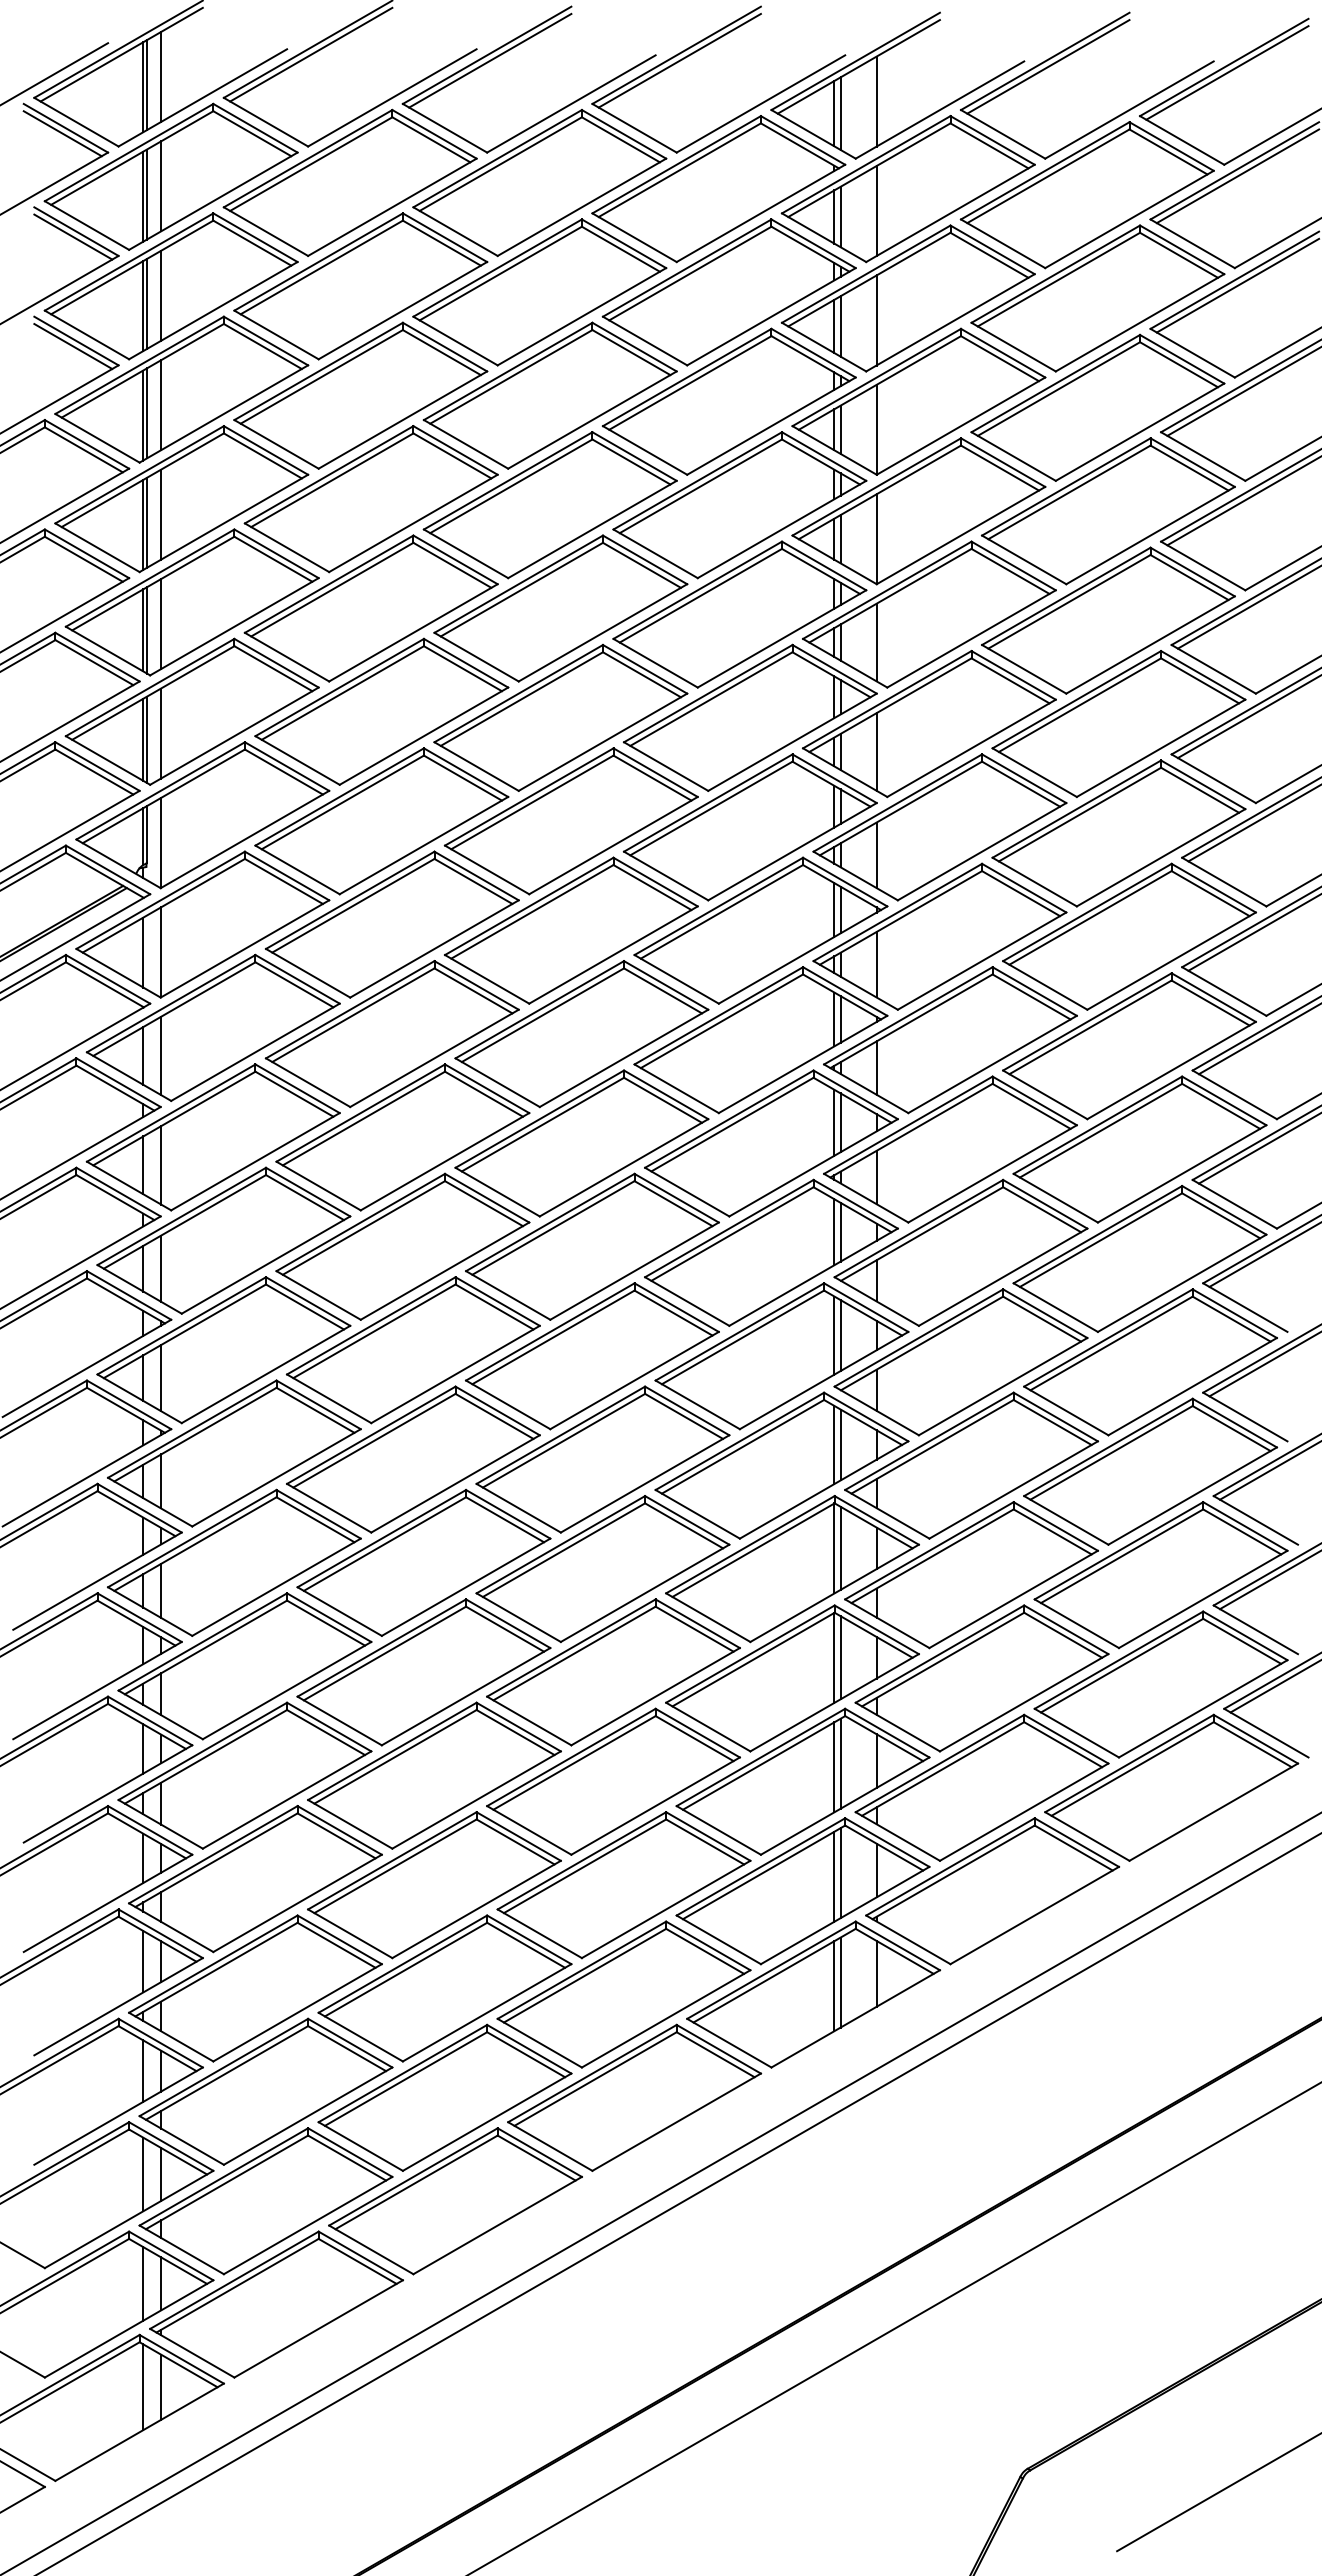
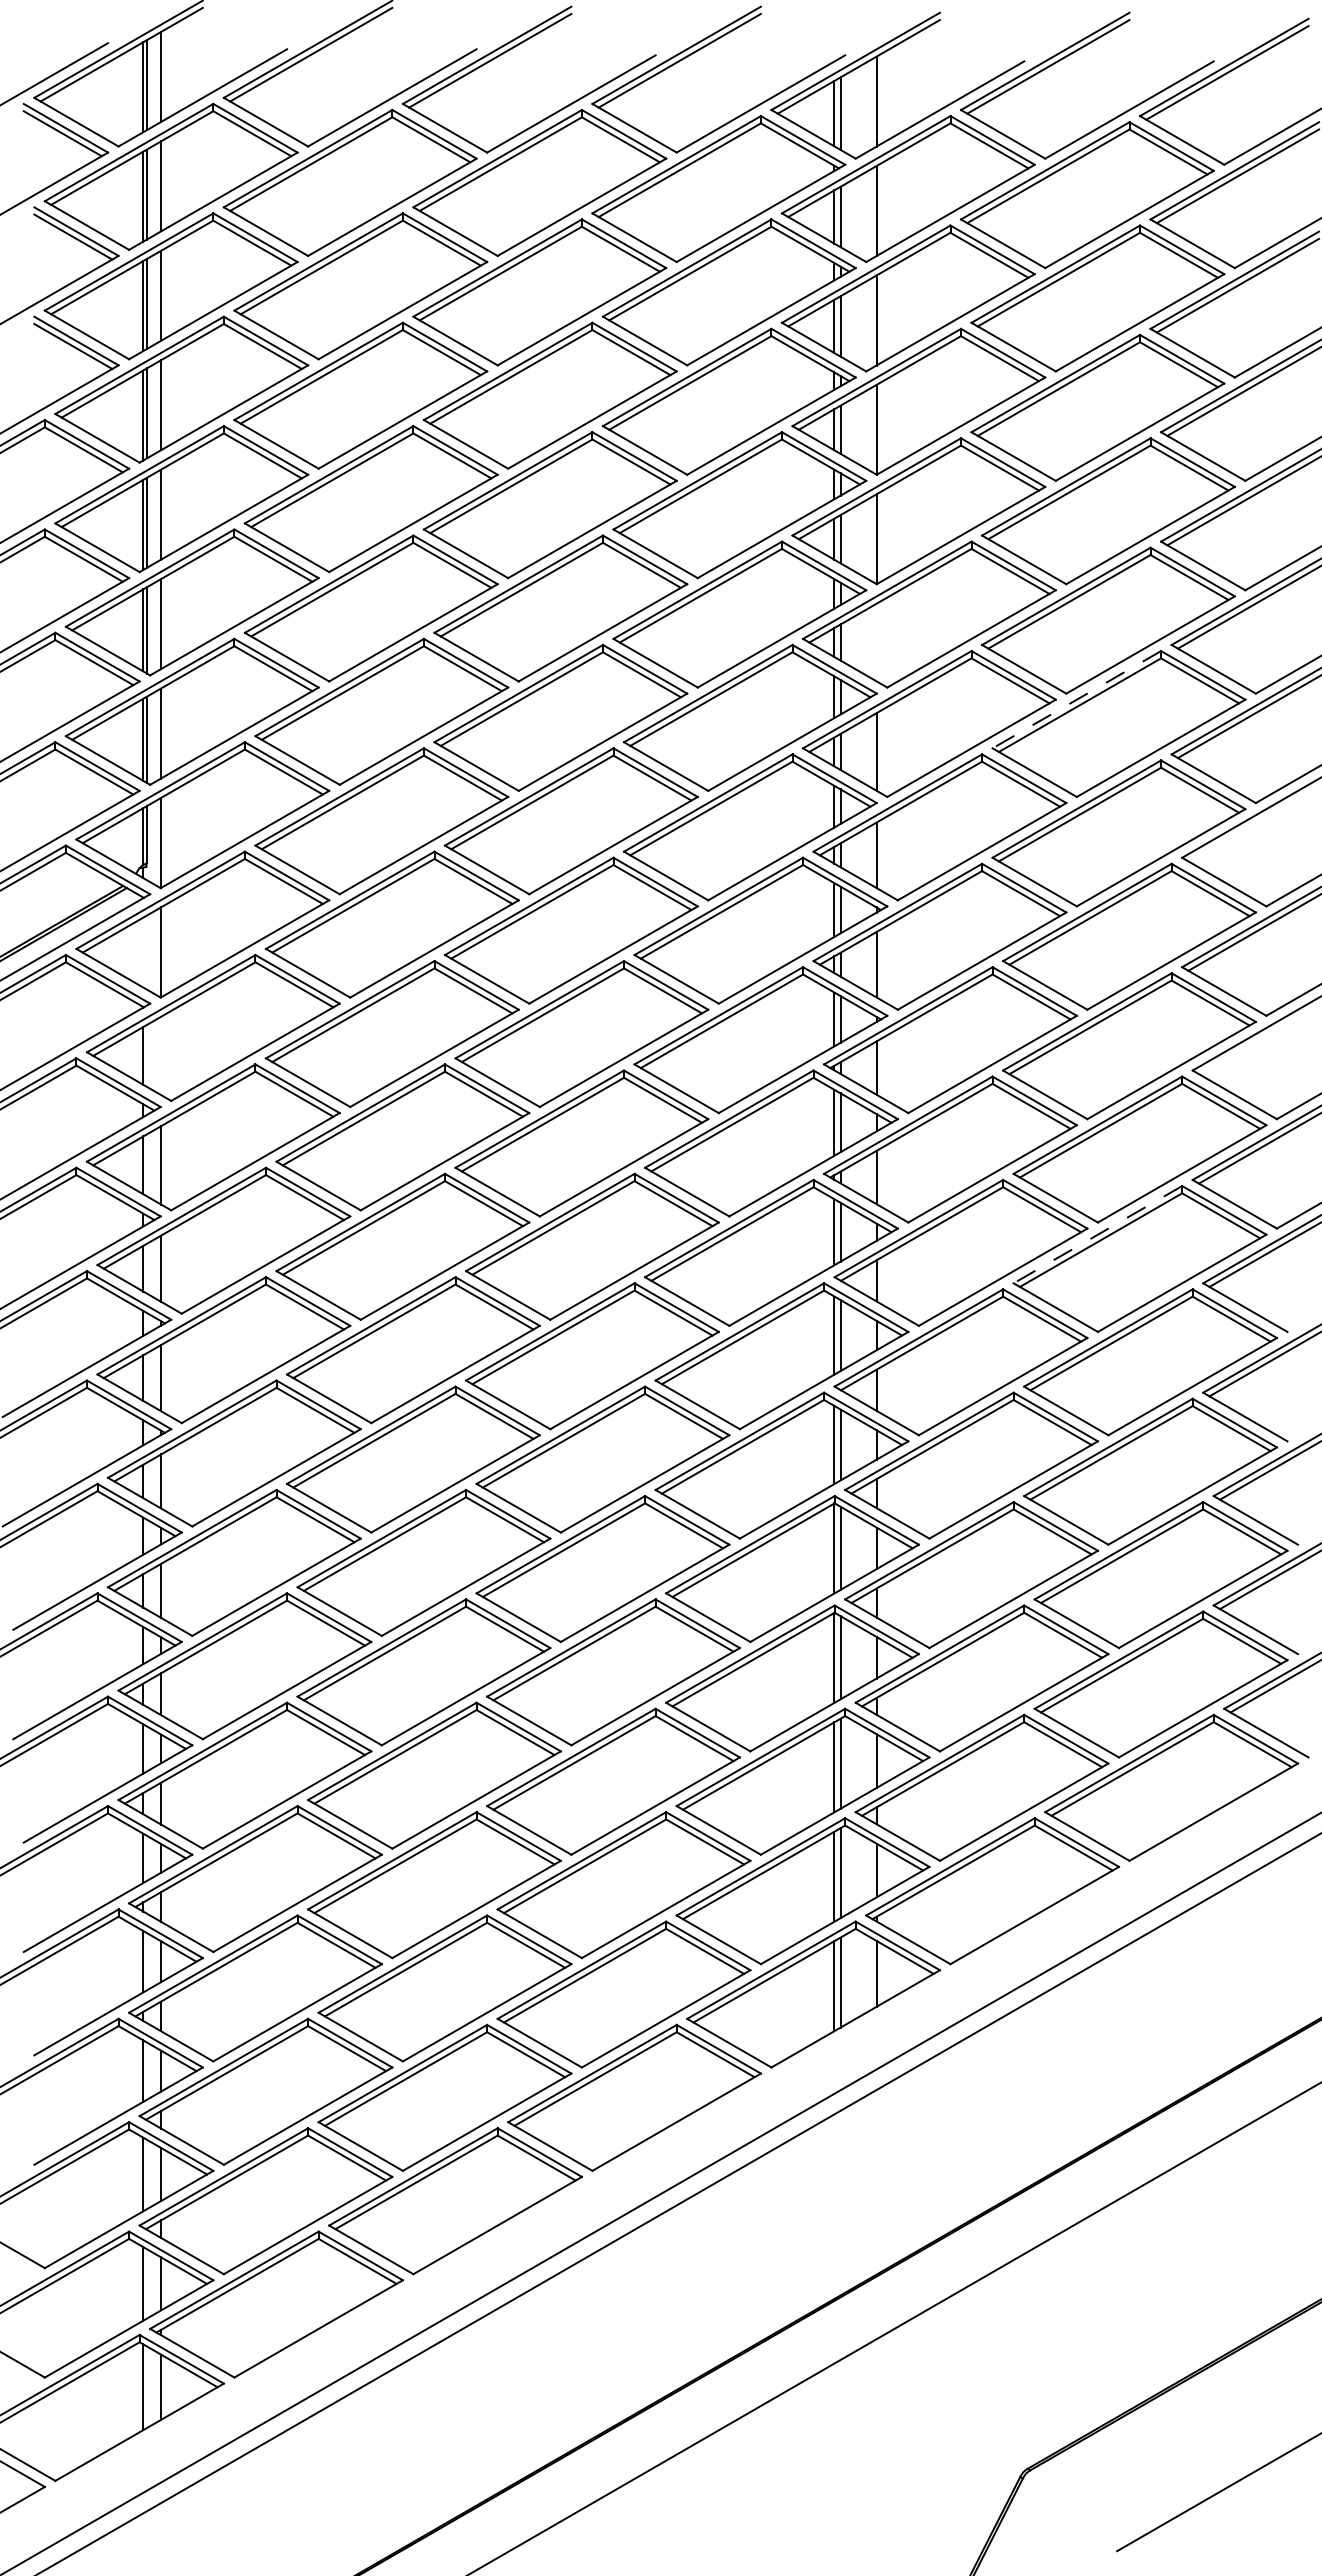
line at (876, 642): present -> none
line at (1076, 699): solid -> dashed
line at (1253, 823): present -> none
line at (143, 952): present -> none
line at (1258, 1039): present -> none
line at (161, 1055): present -> none
line at (1097, 1234): solid -> dashed
